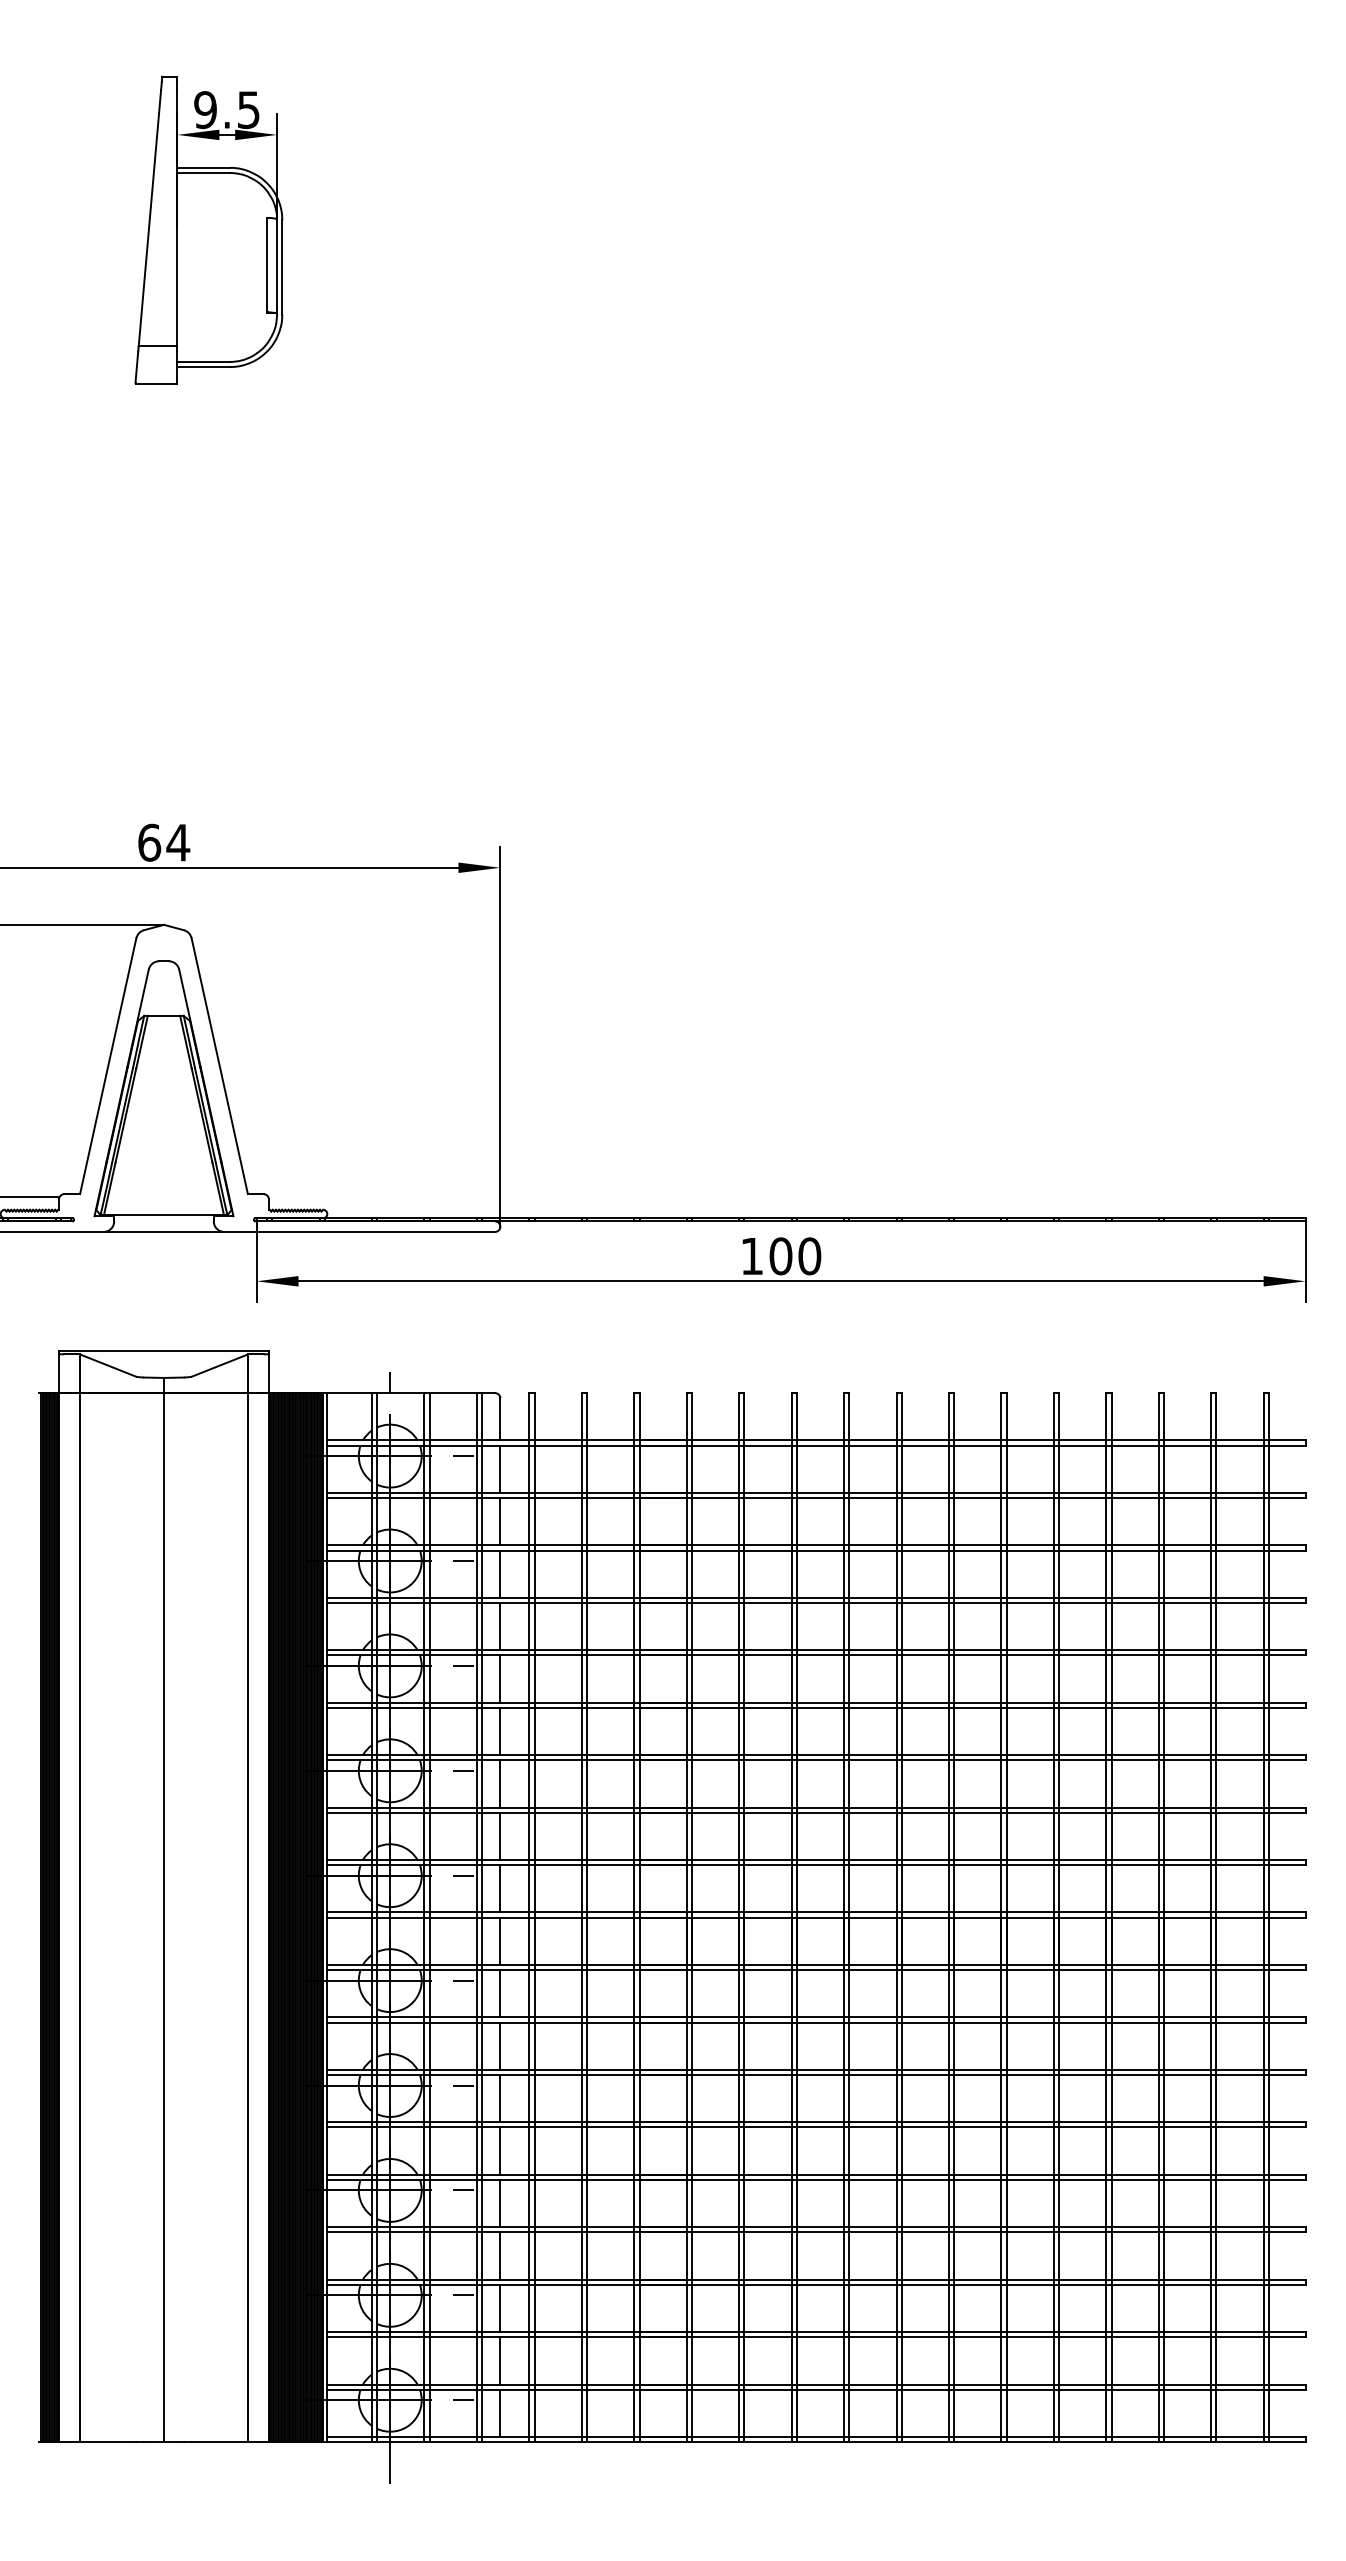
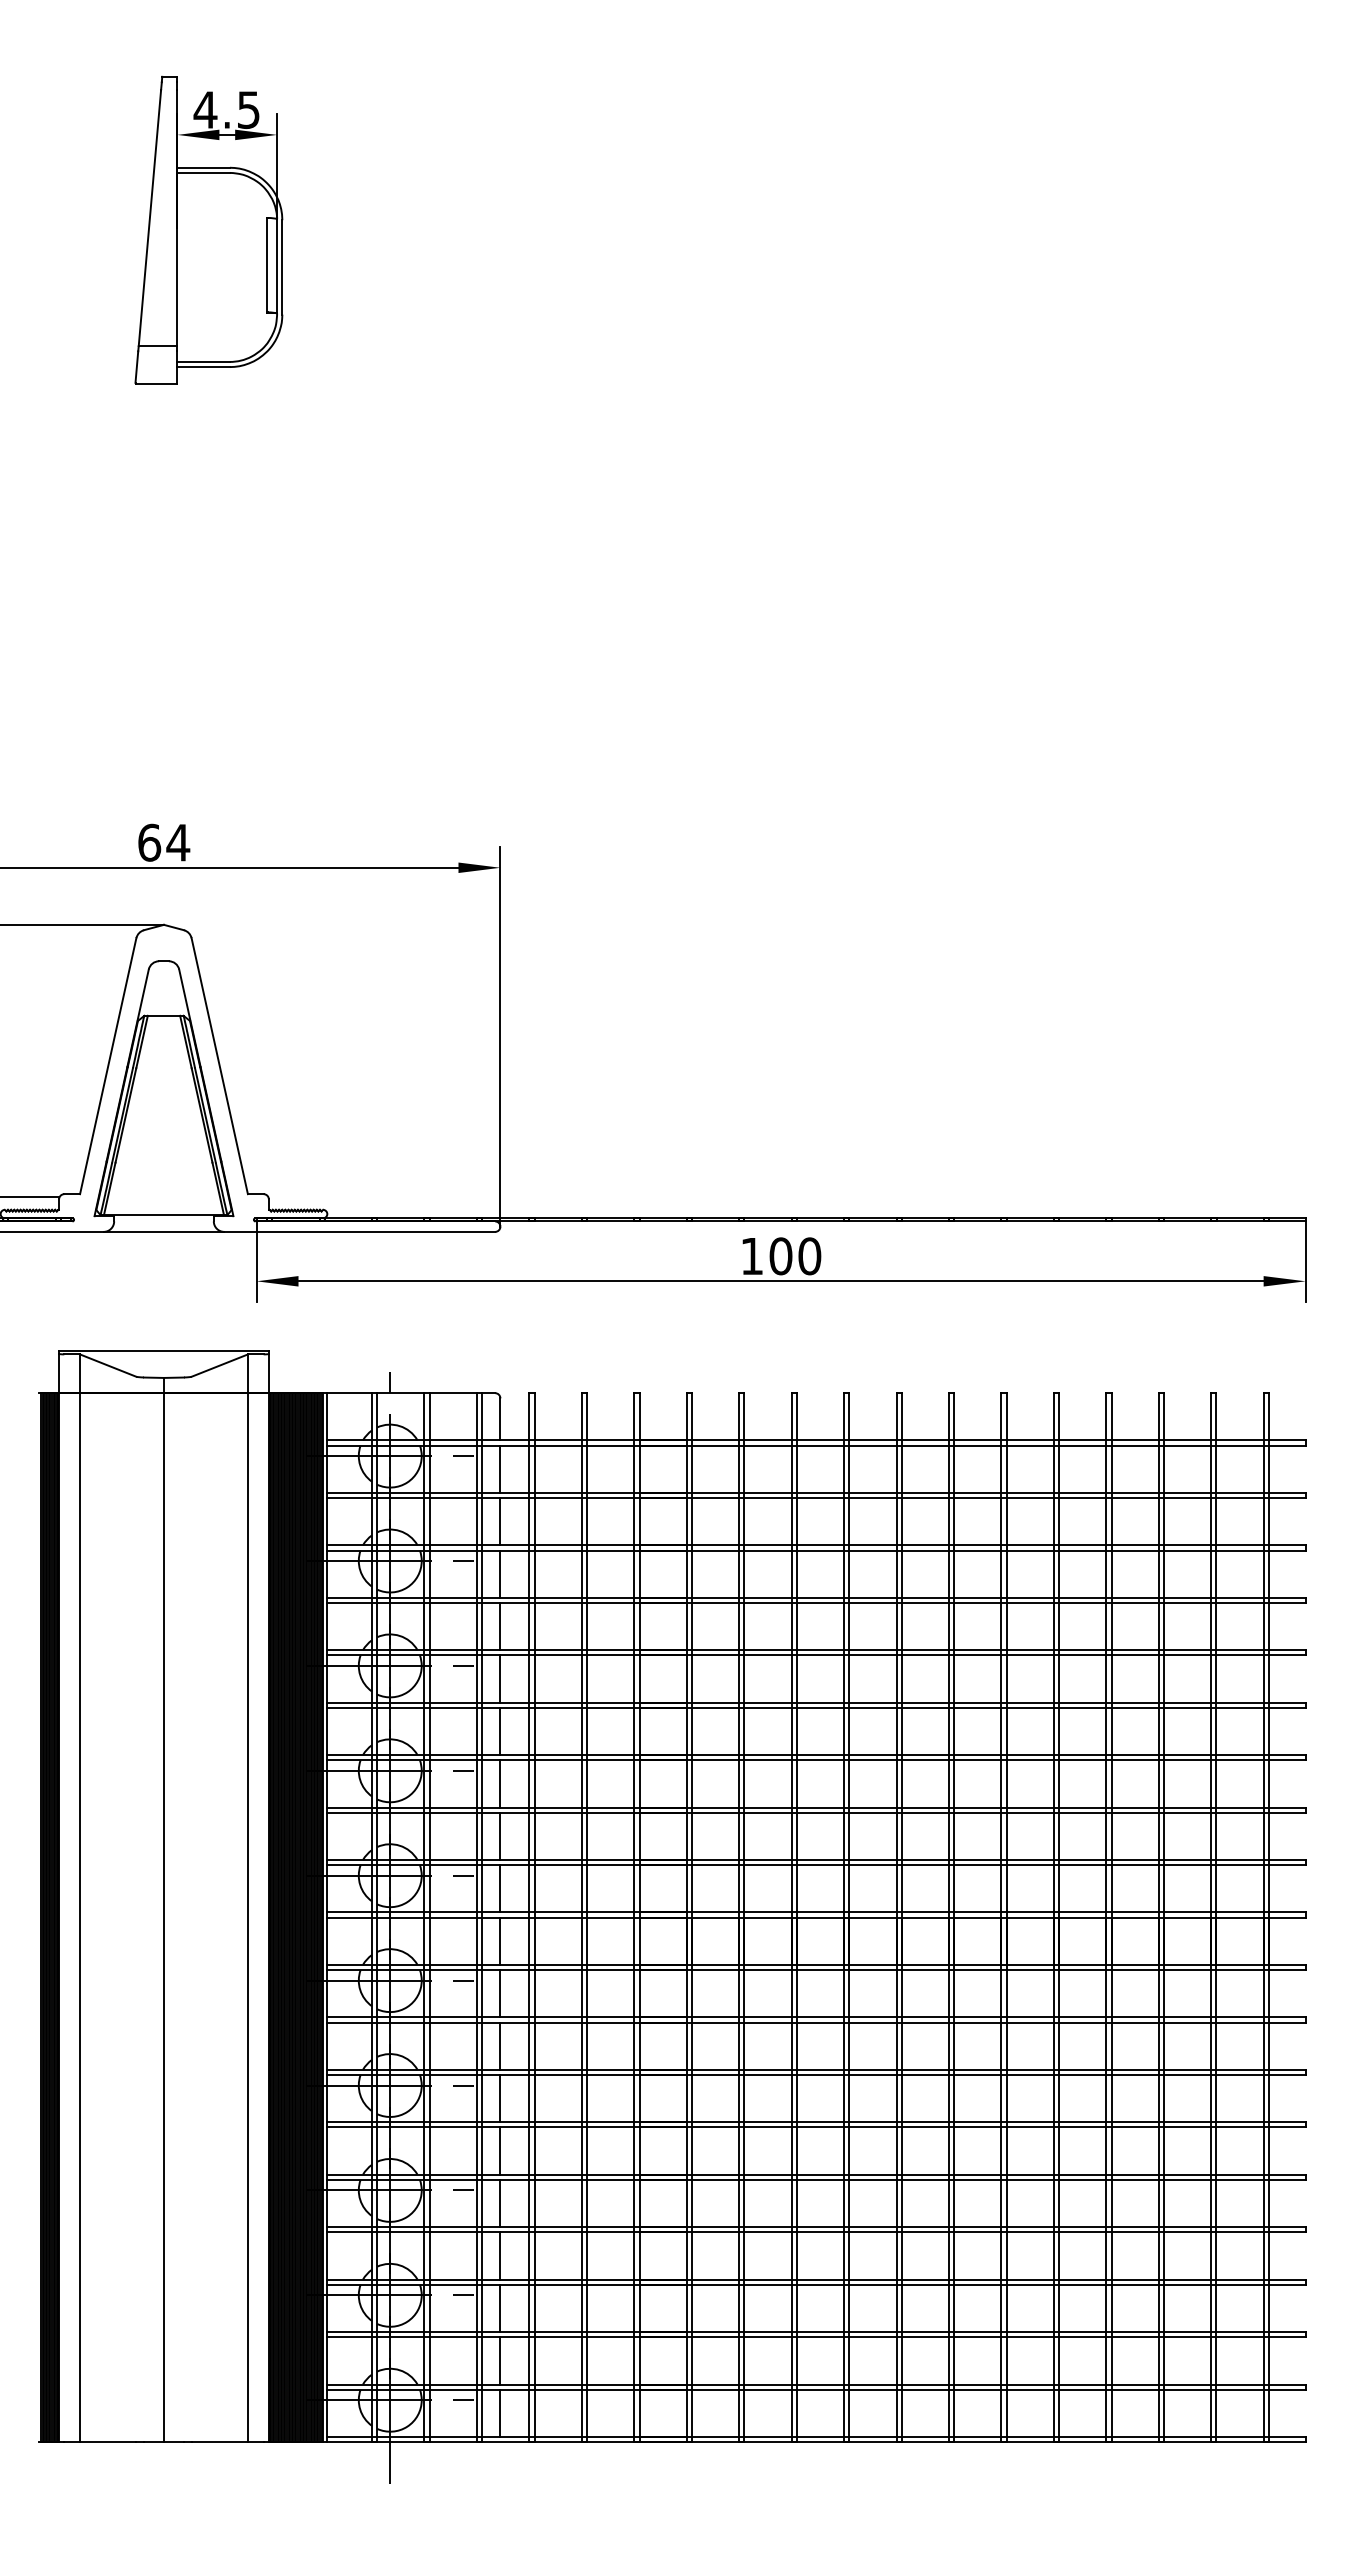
text at (205, 110): 9.5 -> 4.5
